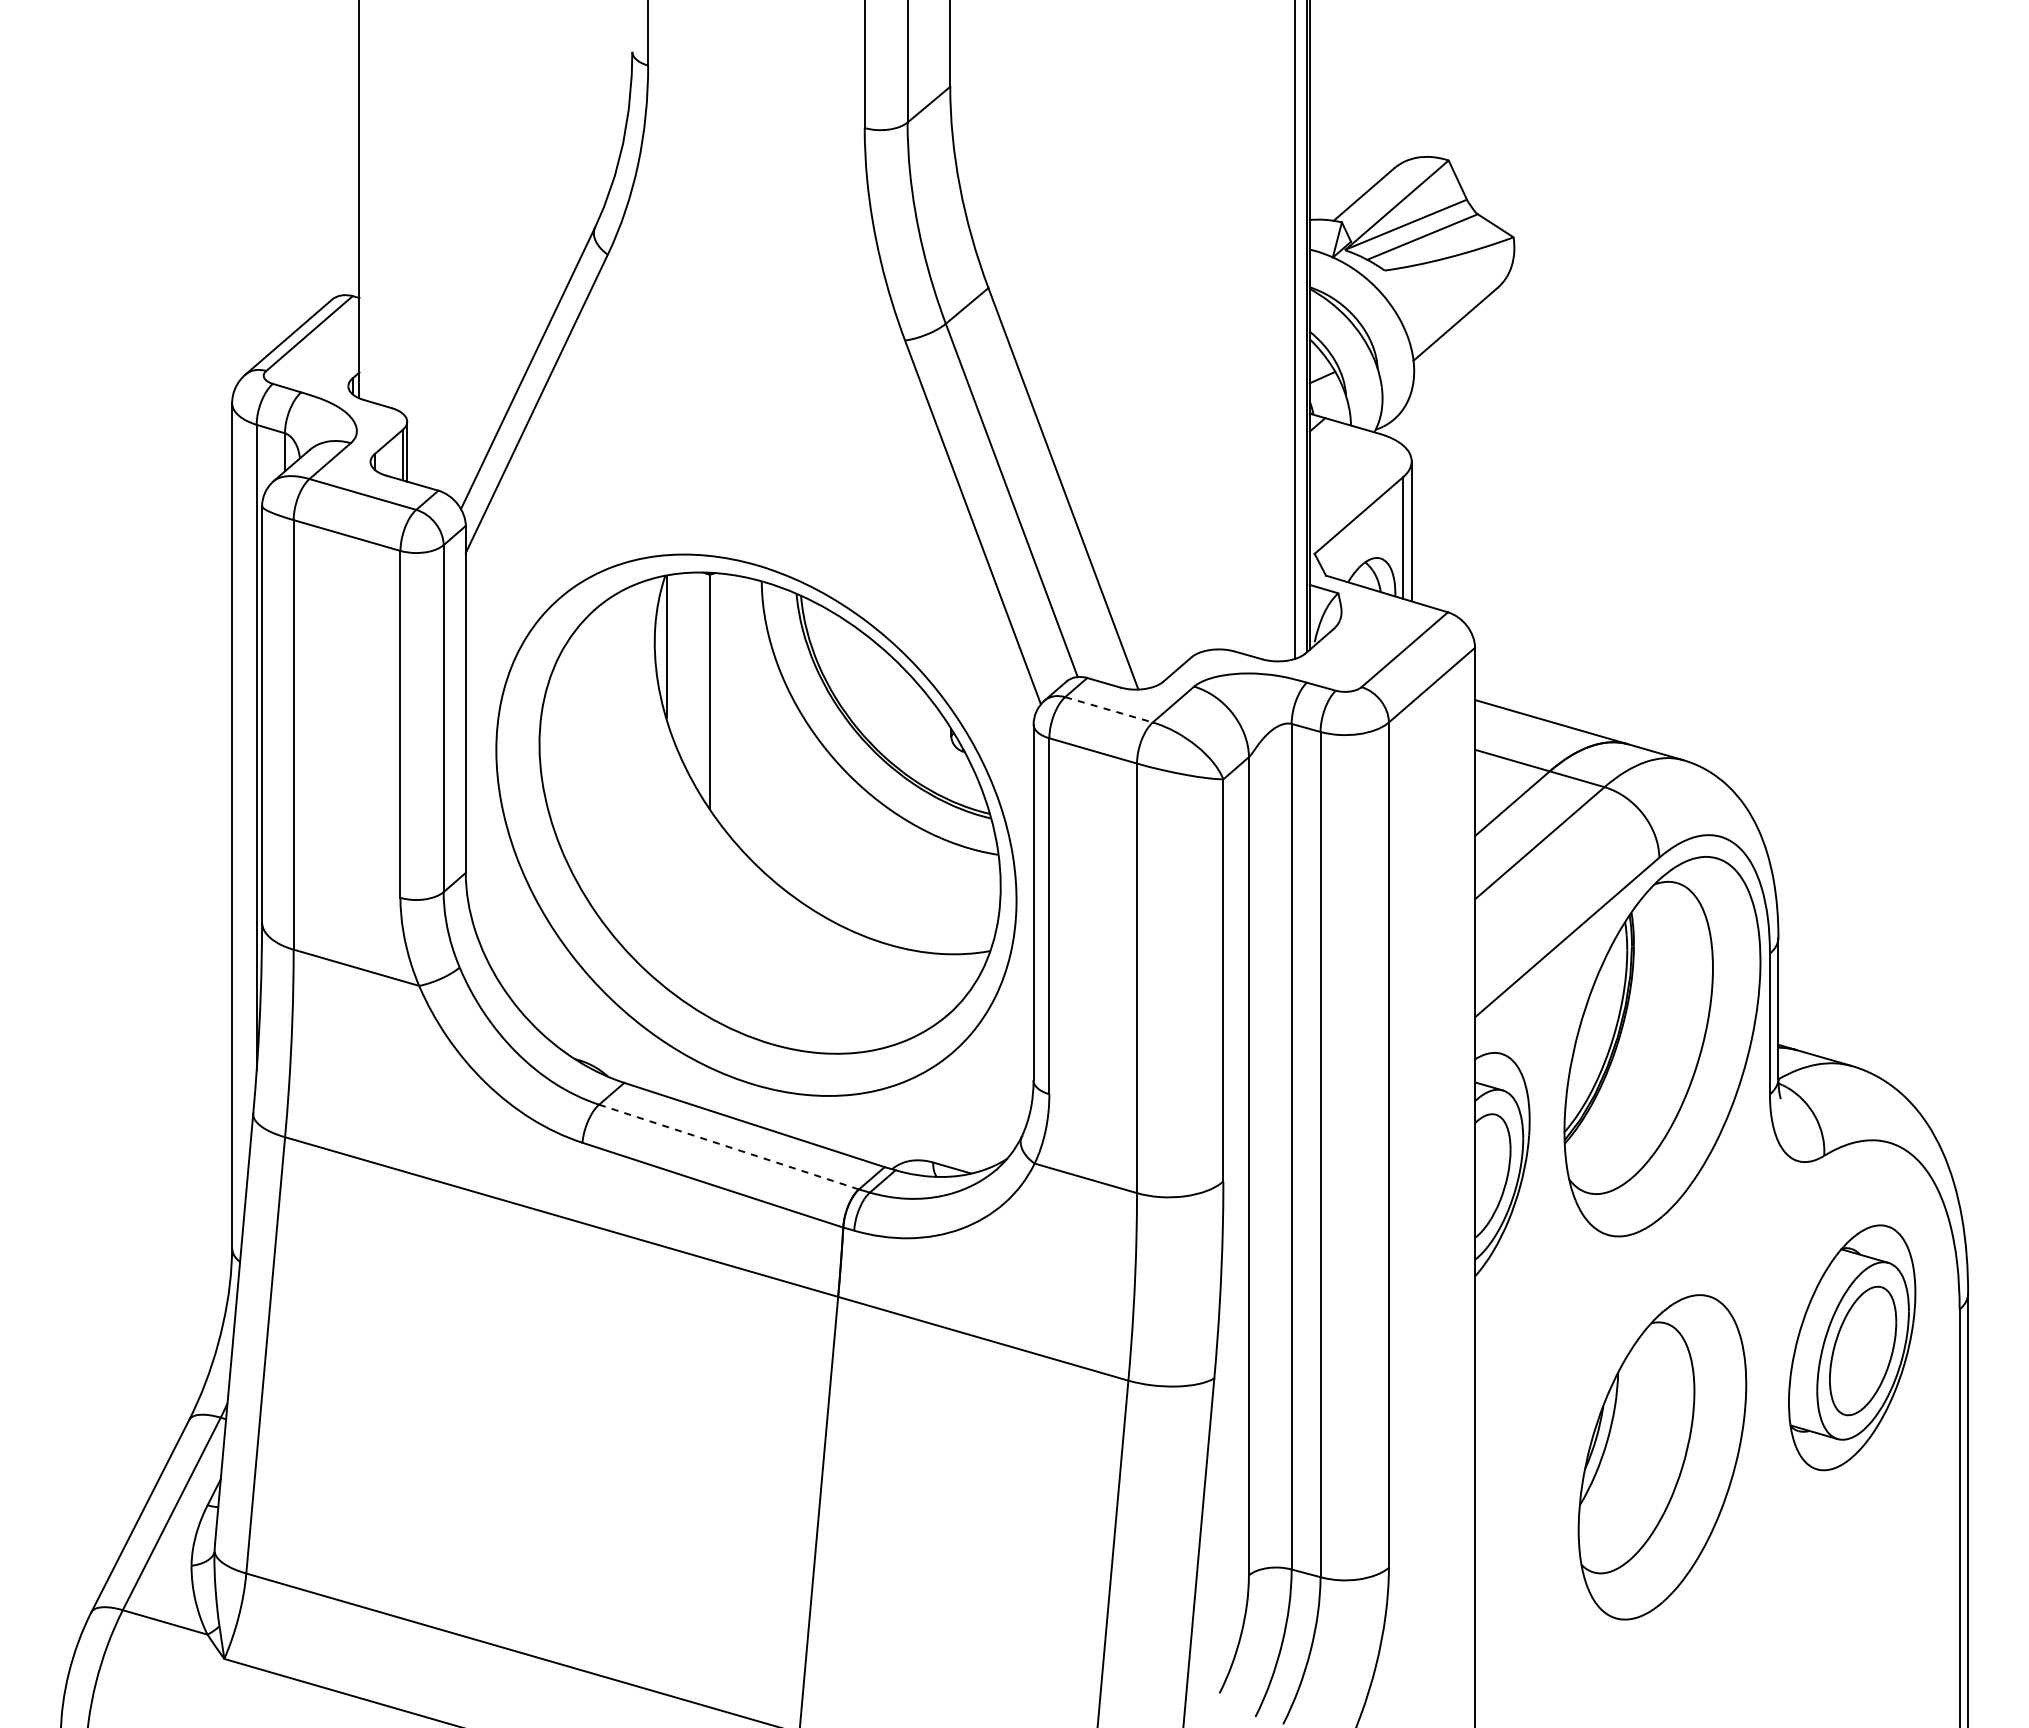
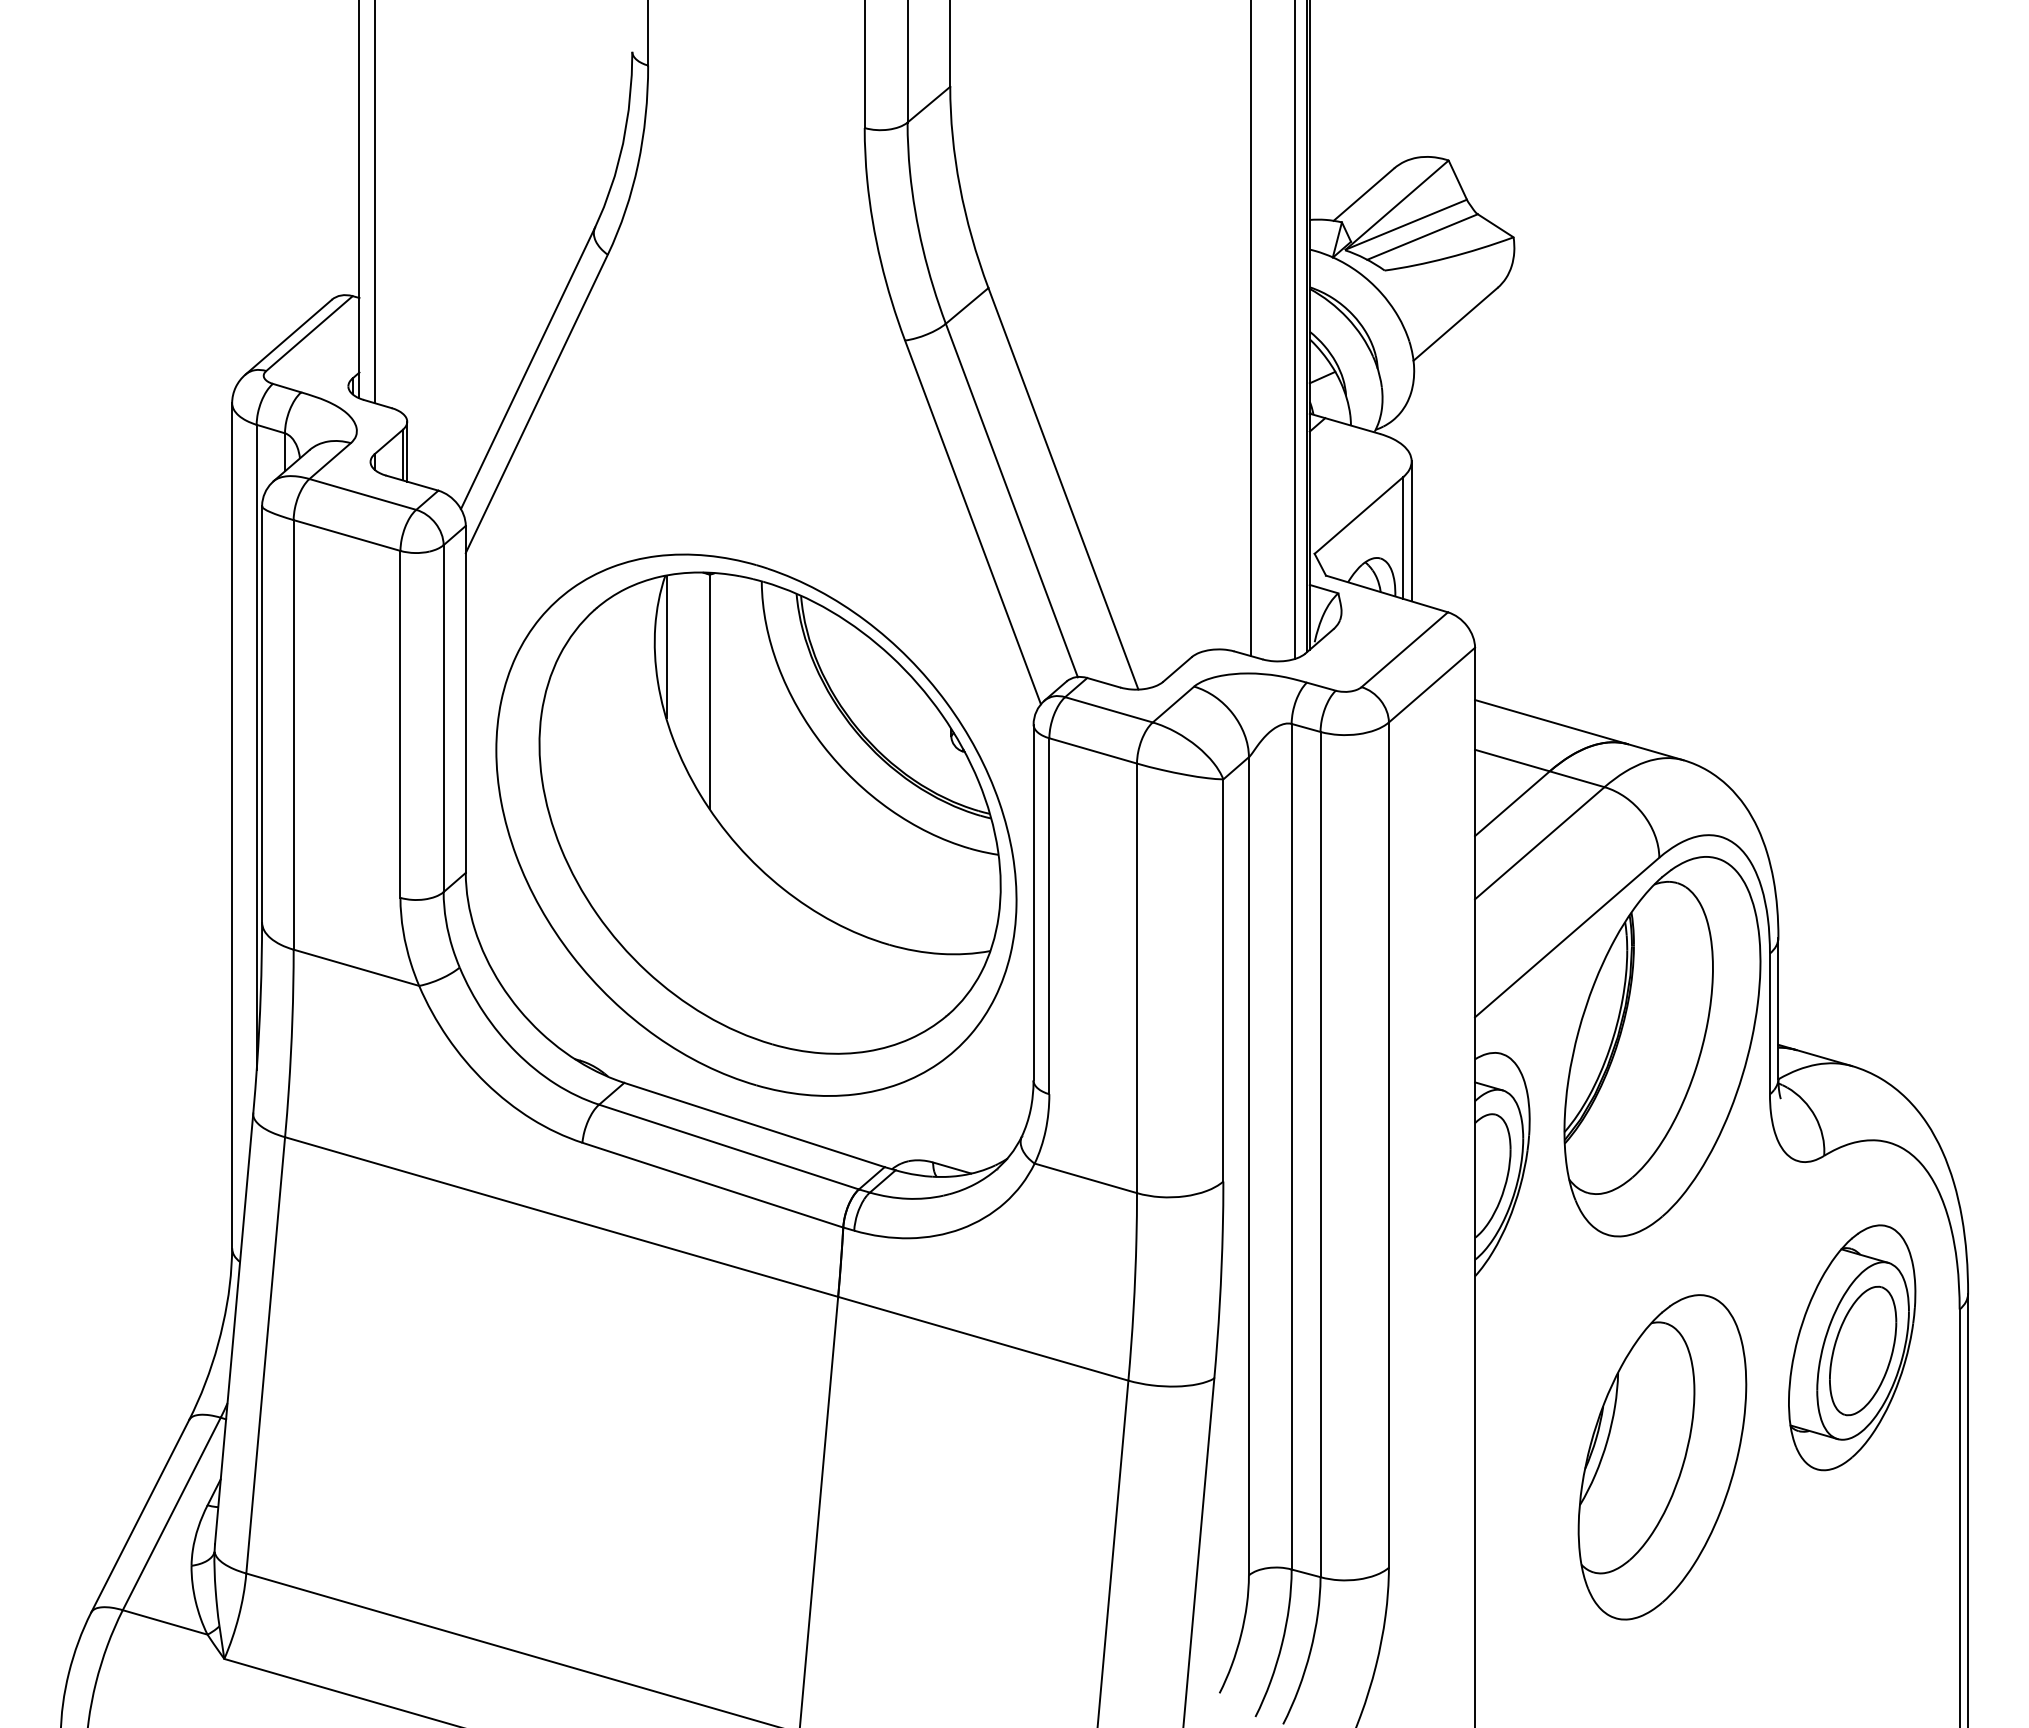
line at (375, 202): none -> present
line at (1251, 329): none -> present
line at (1108, 709): dashed -> solid
line at (729, 1147): dashed -> solid
